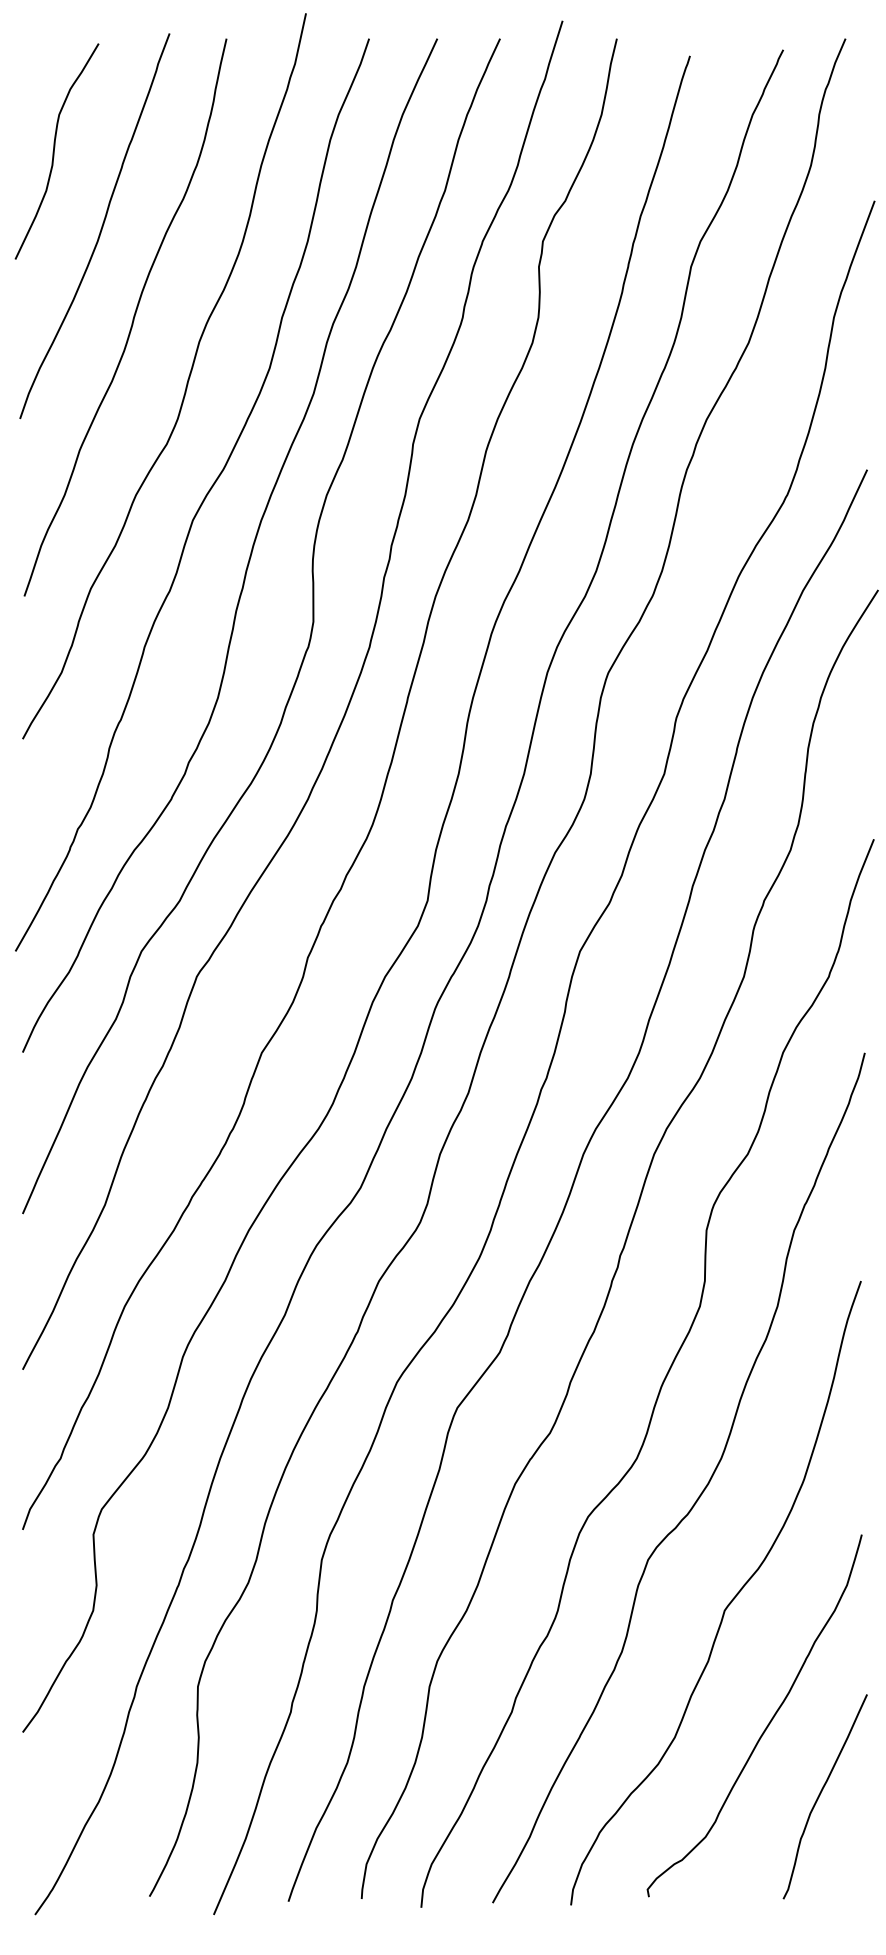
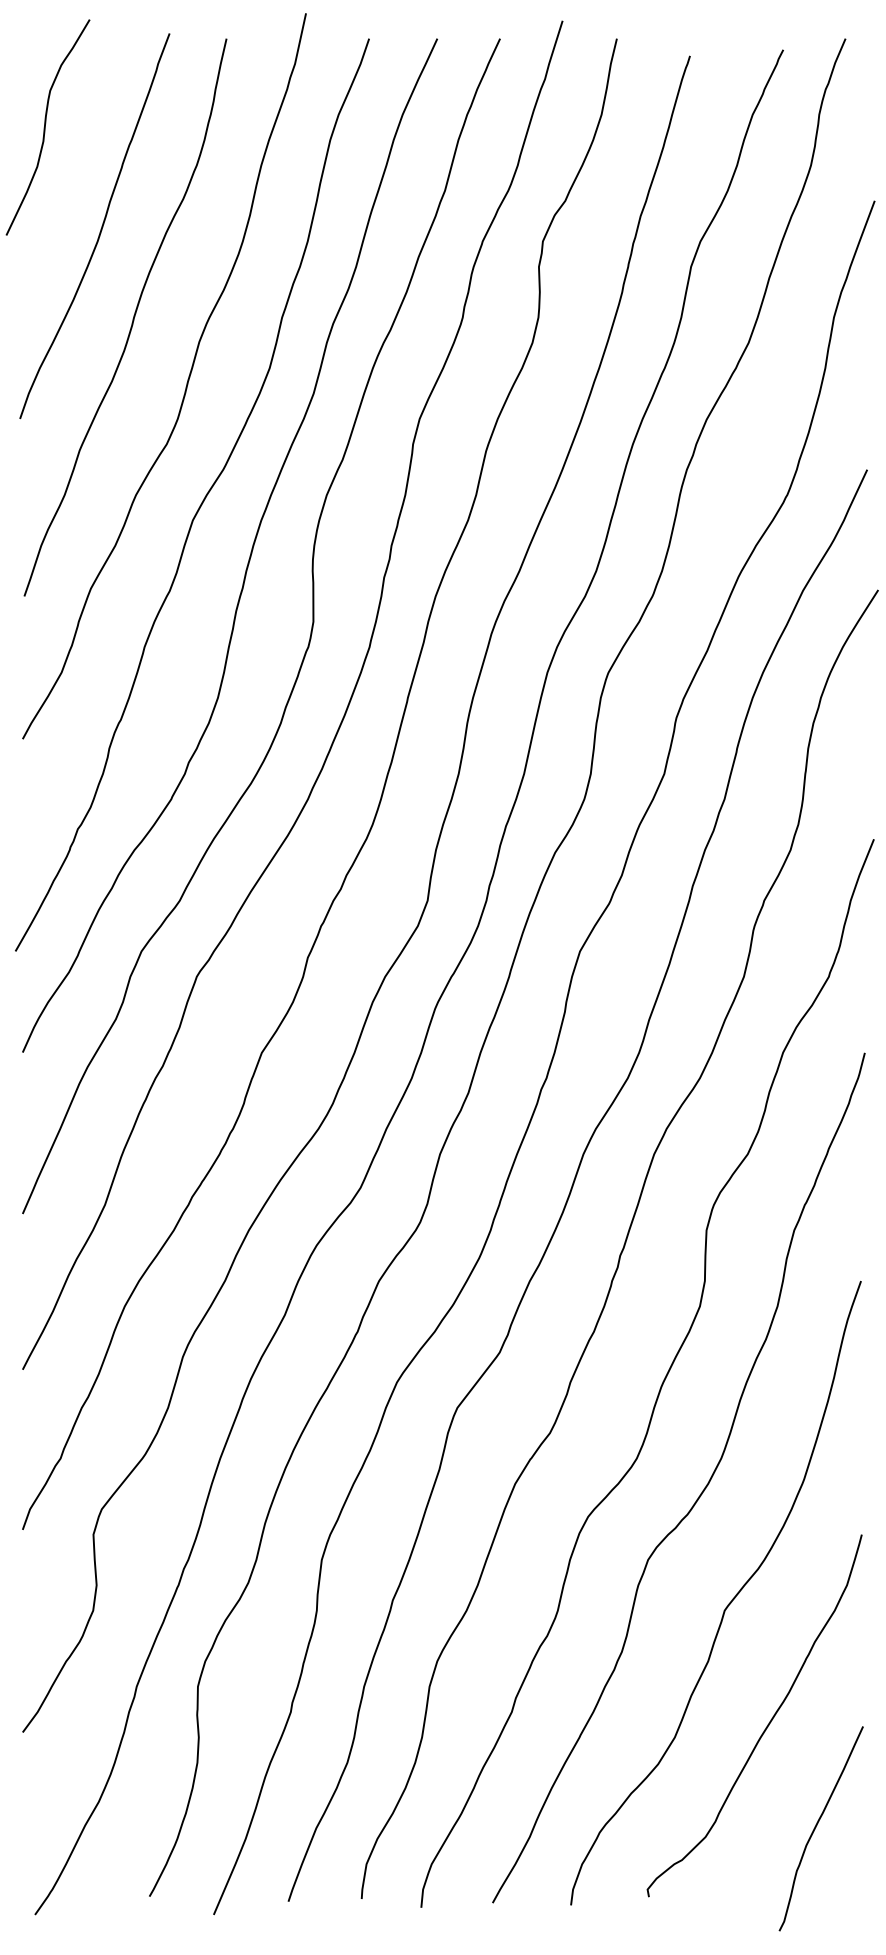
curve at (54, 151) position: (54, 151) -> (45, 127)
curve at (820, 1795) position: (820, 1795) -> (816, 1827)
